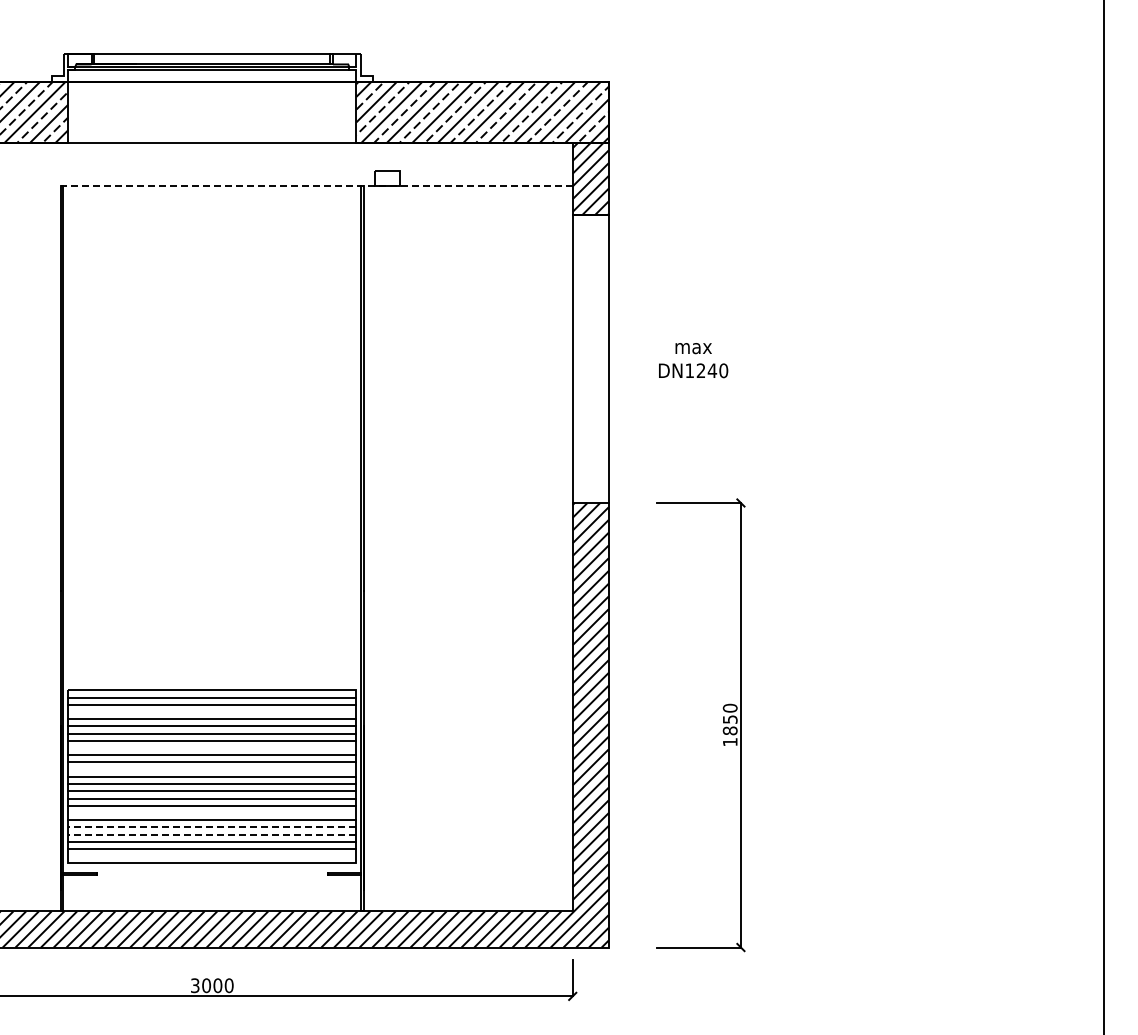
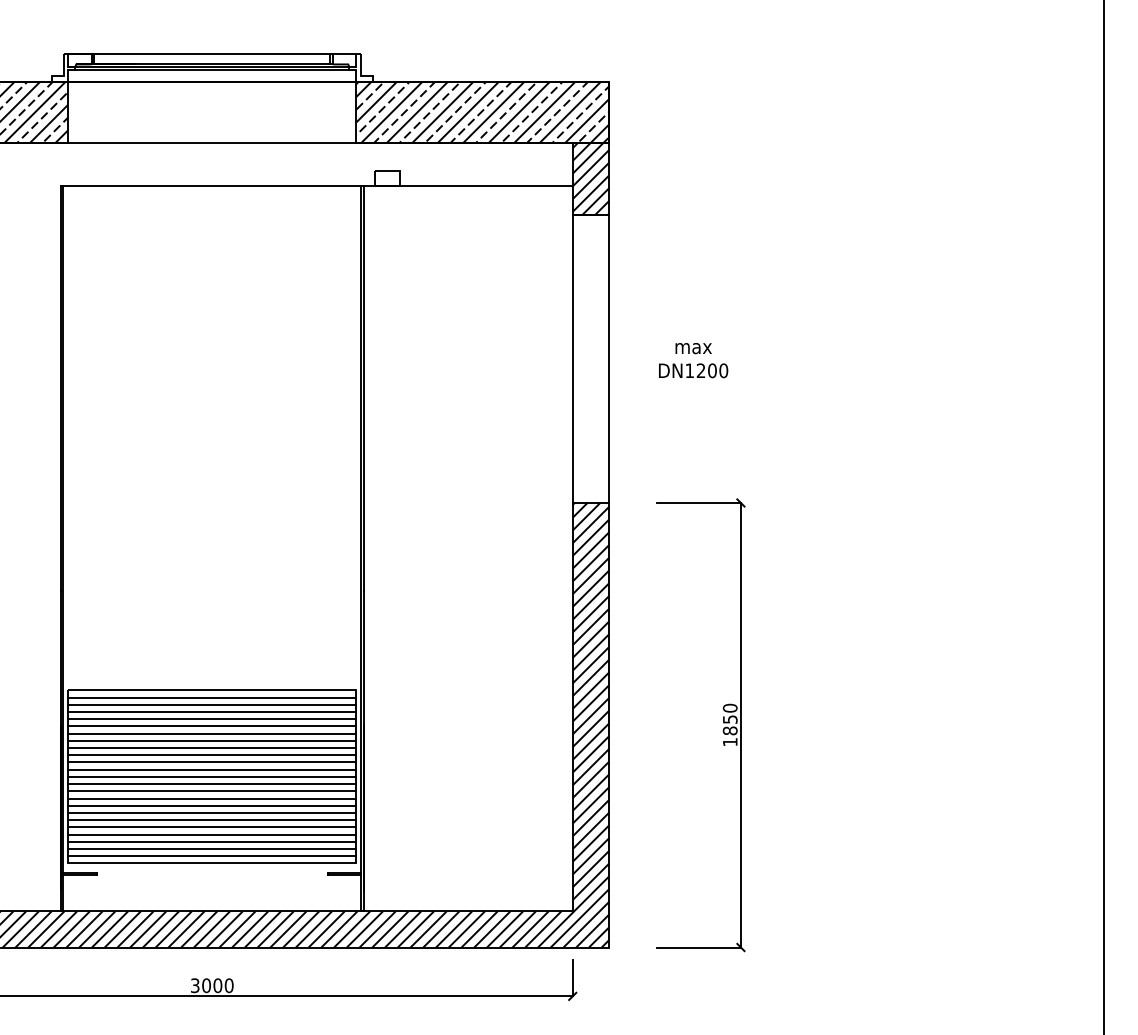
line at (316, 185): dashed -> solid
text at (712, 370): DN1240 -> DN1200
line at (212, 712): none -> present
line at (212, 748): none -> present
line at (212, 769): none -> present
line at (212, 812): none -> present
line at (211, 827): dashed -> solid
line at (211, 834): dashed -> solid
line at (212, 856): none -> present
